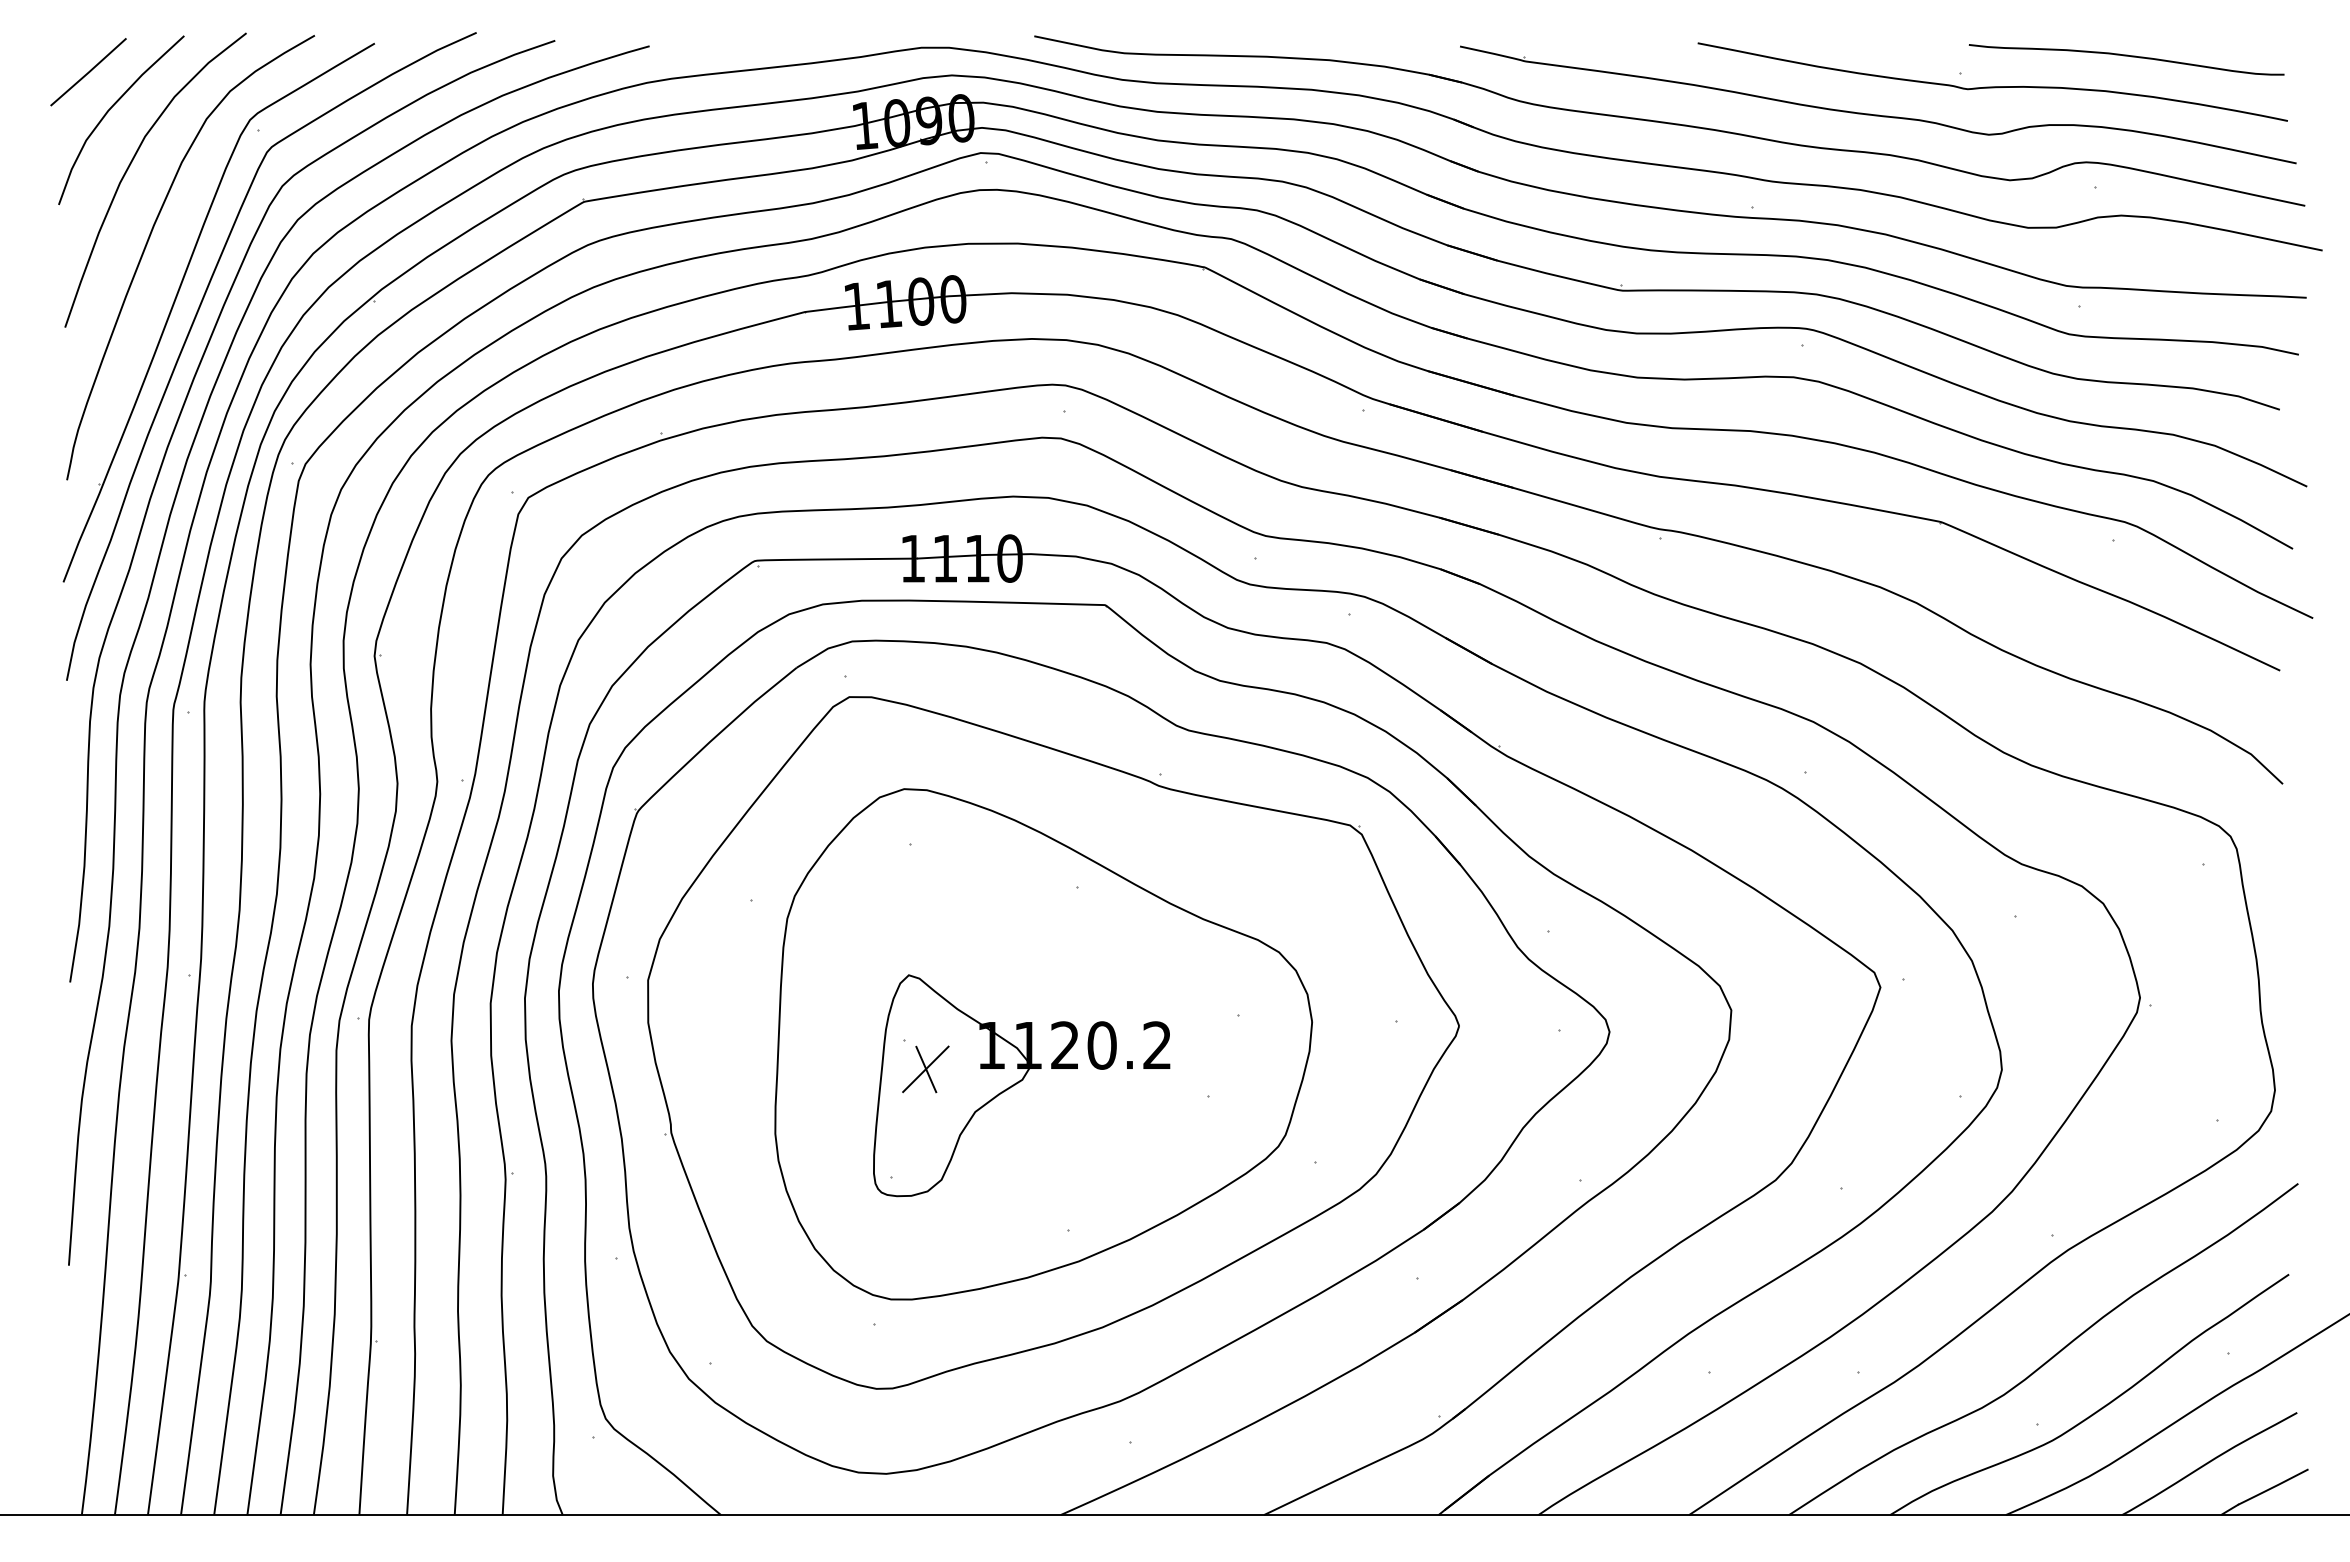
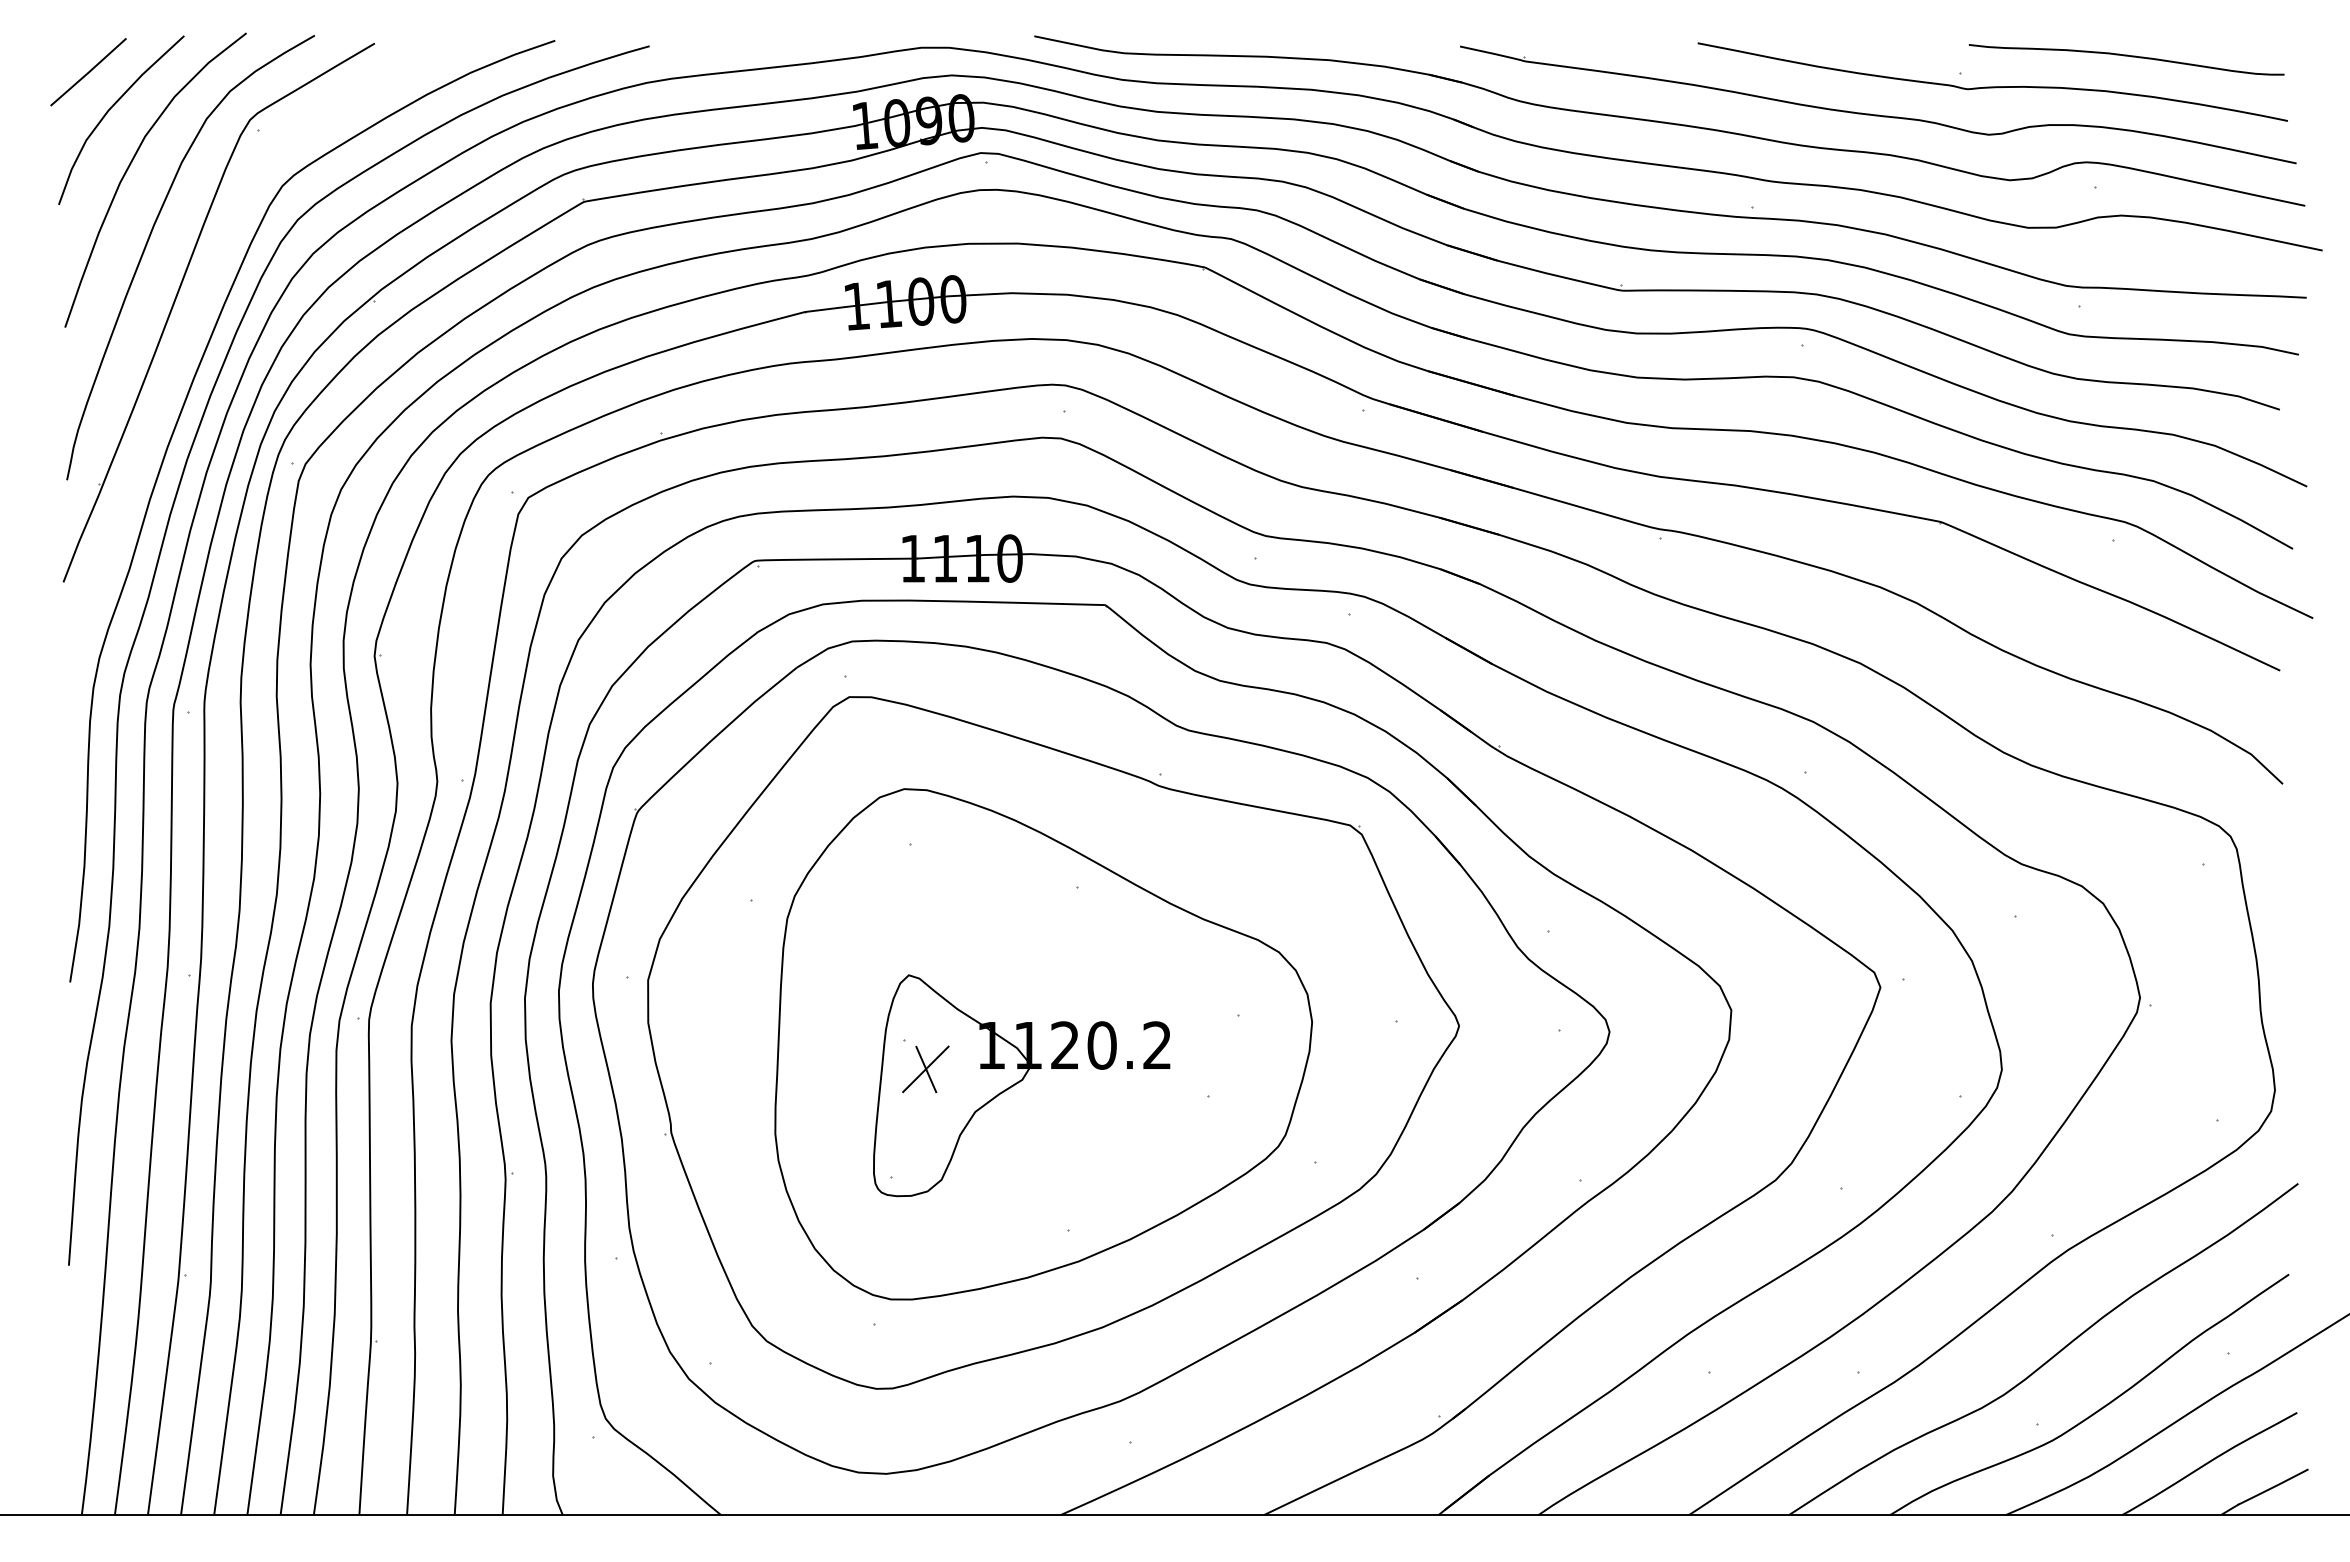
curve at (192, 327): present -> none
